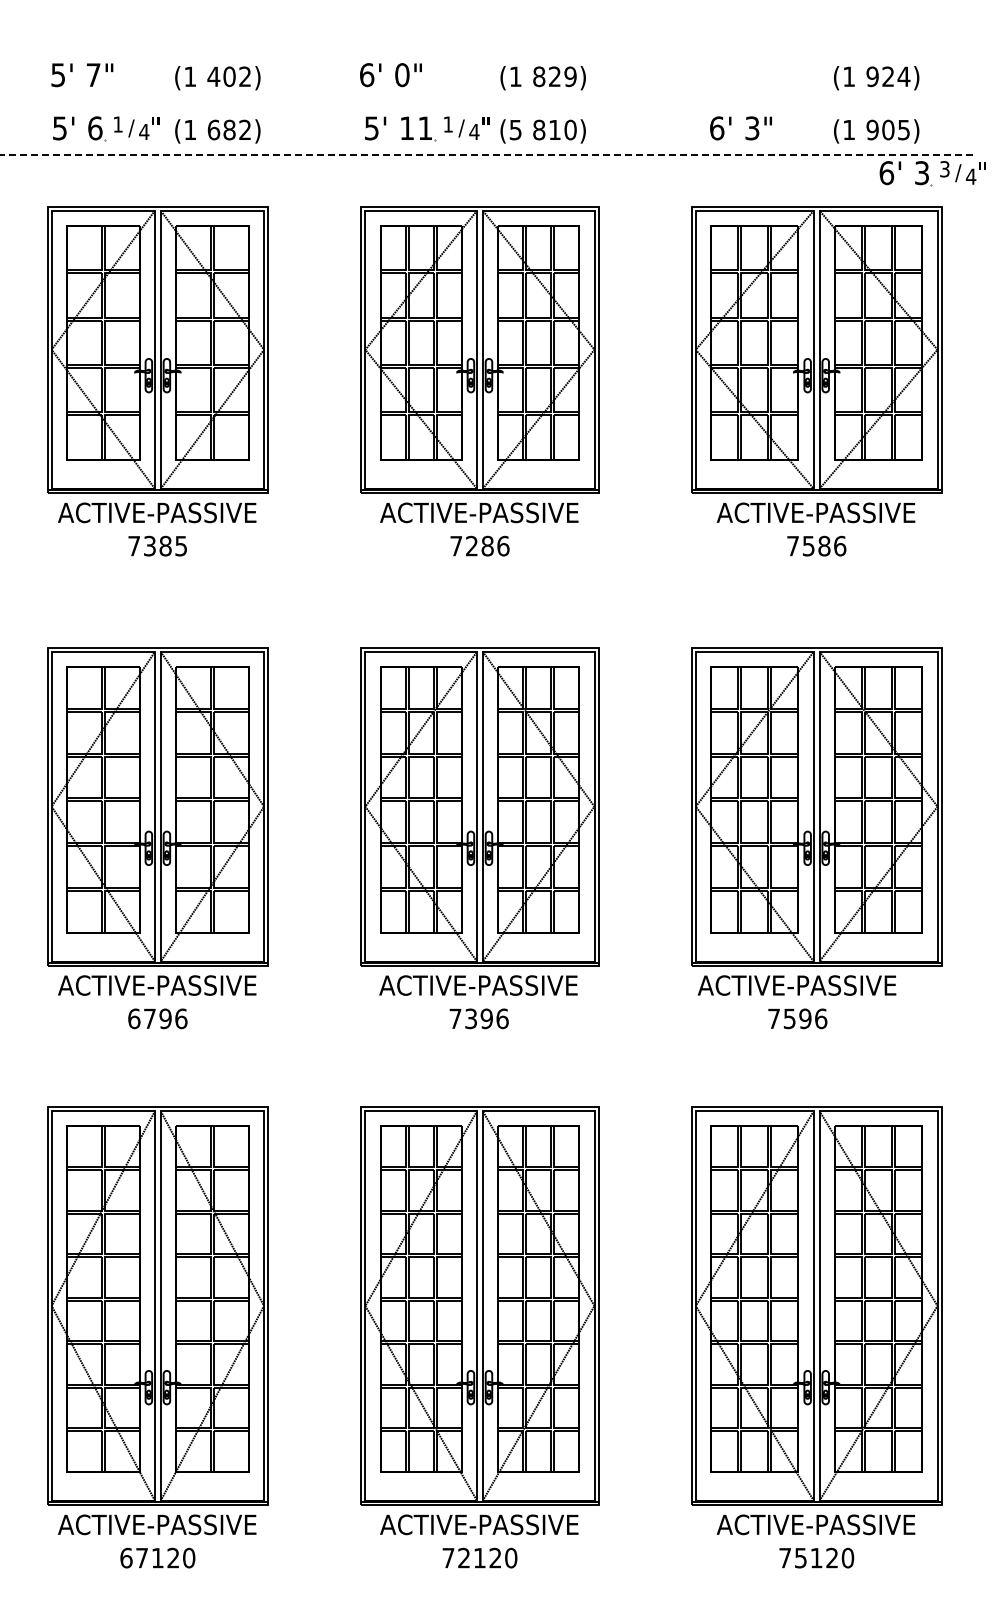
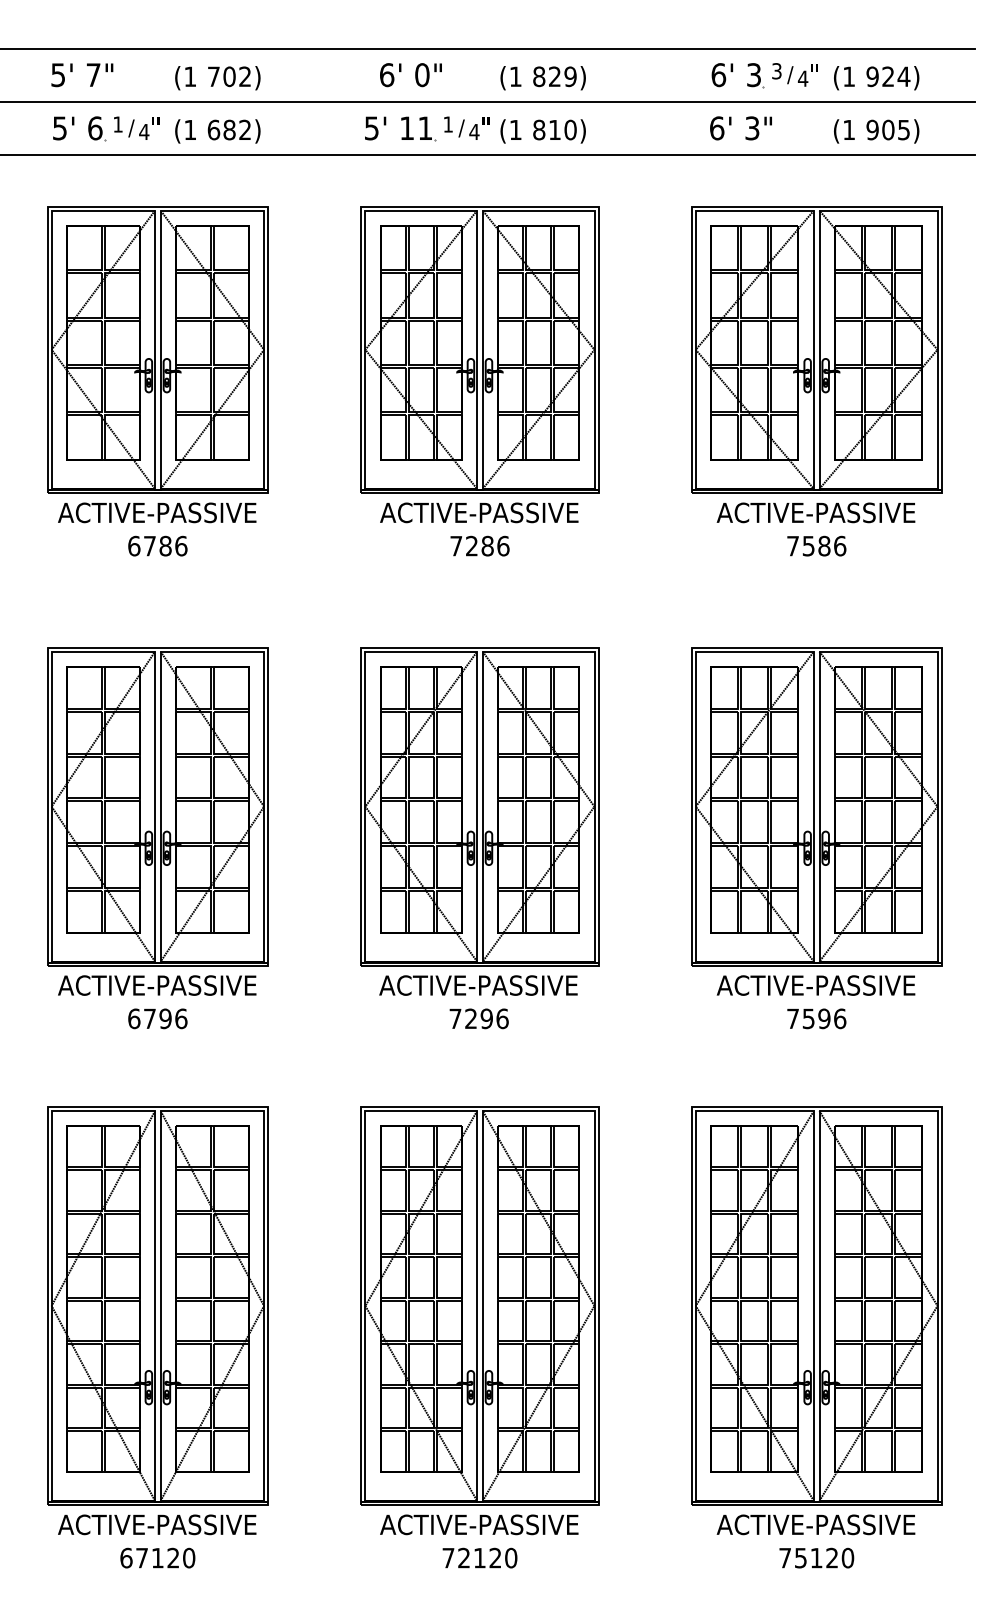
line at (488, 48): none -> present
text at (390, 75) position: (390, 75) -> (410, 75)
text at (213, 76): 402) -> 702)
line at (488, 101): none -> present
text at (515, 130): (5 -> (1
line at (487, 155): dashed -> solid
part at (932, 173) position: (932, 173) -> (764, 75)
text at (157, 545): 7385 -> 6786
text at (796, 1002) position: (796, 1002) -> (815, 1002)
text at (470, 1018): 7396 -> 7296
